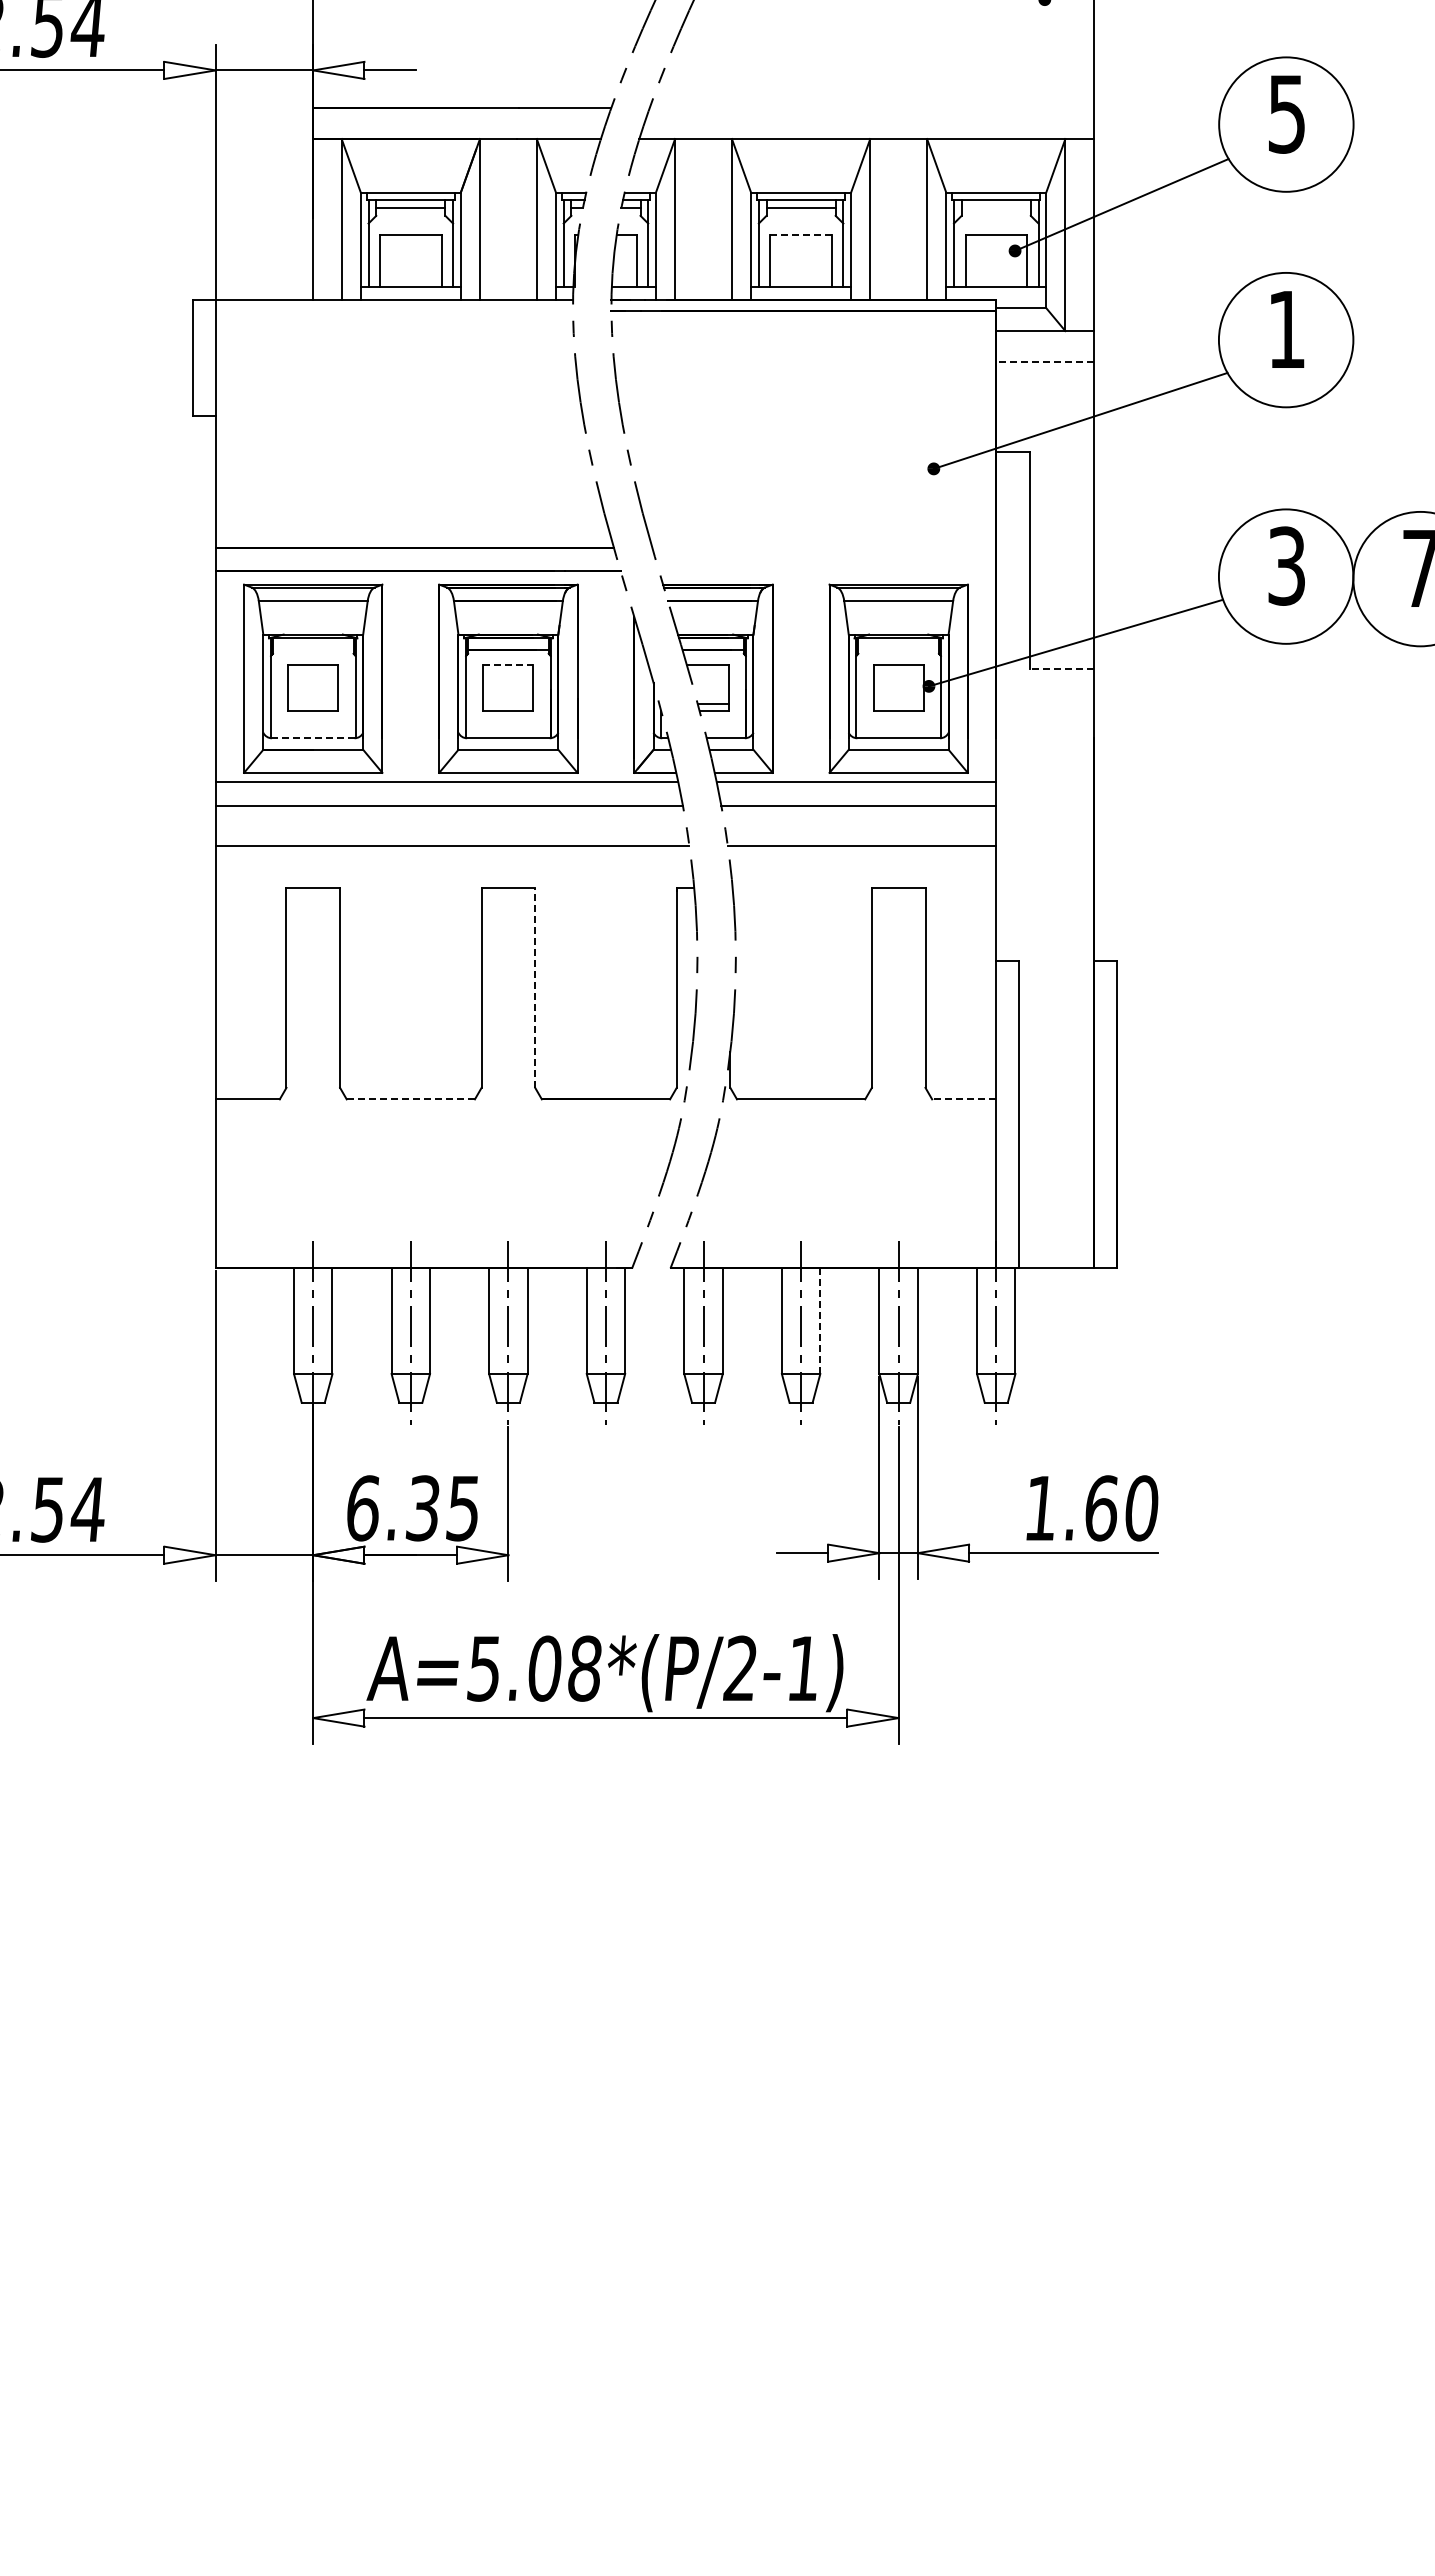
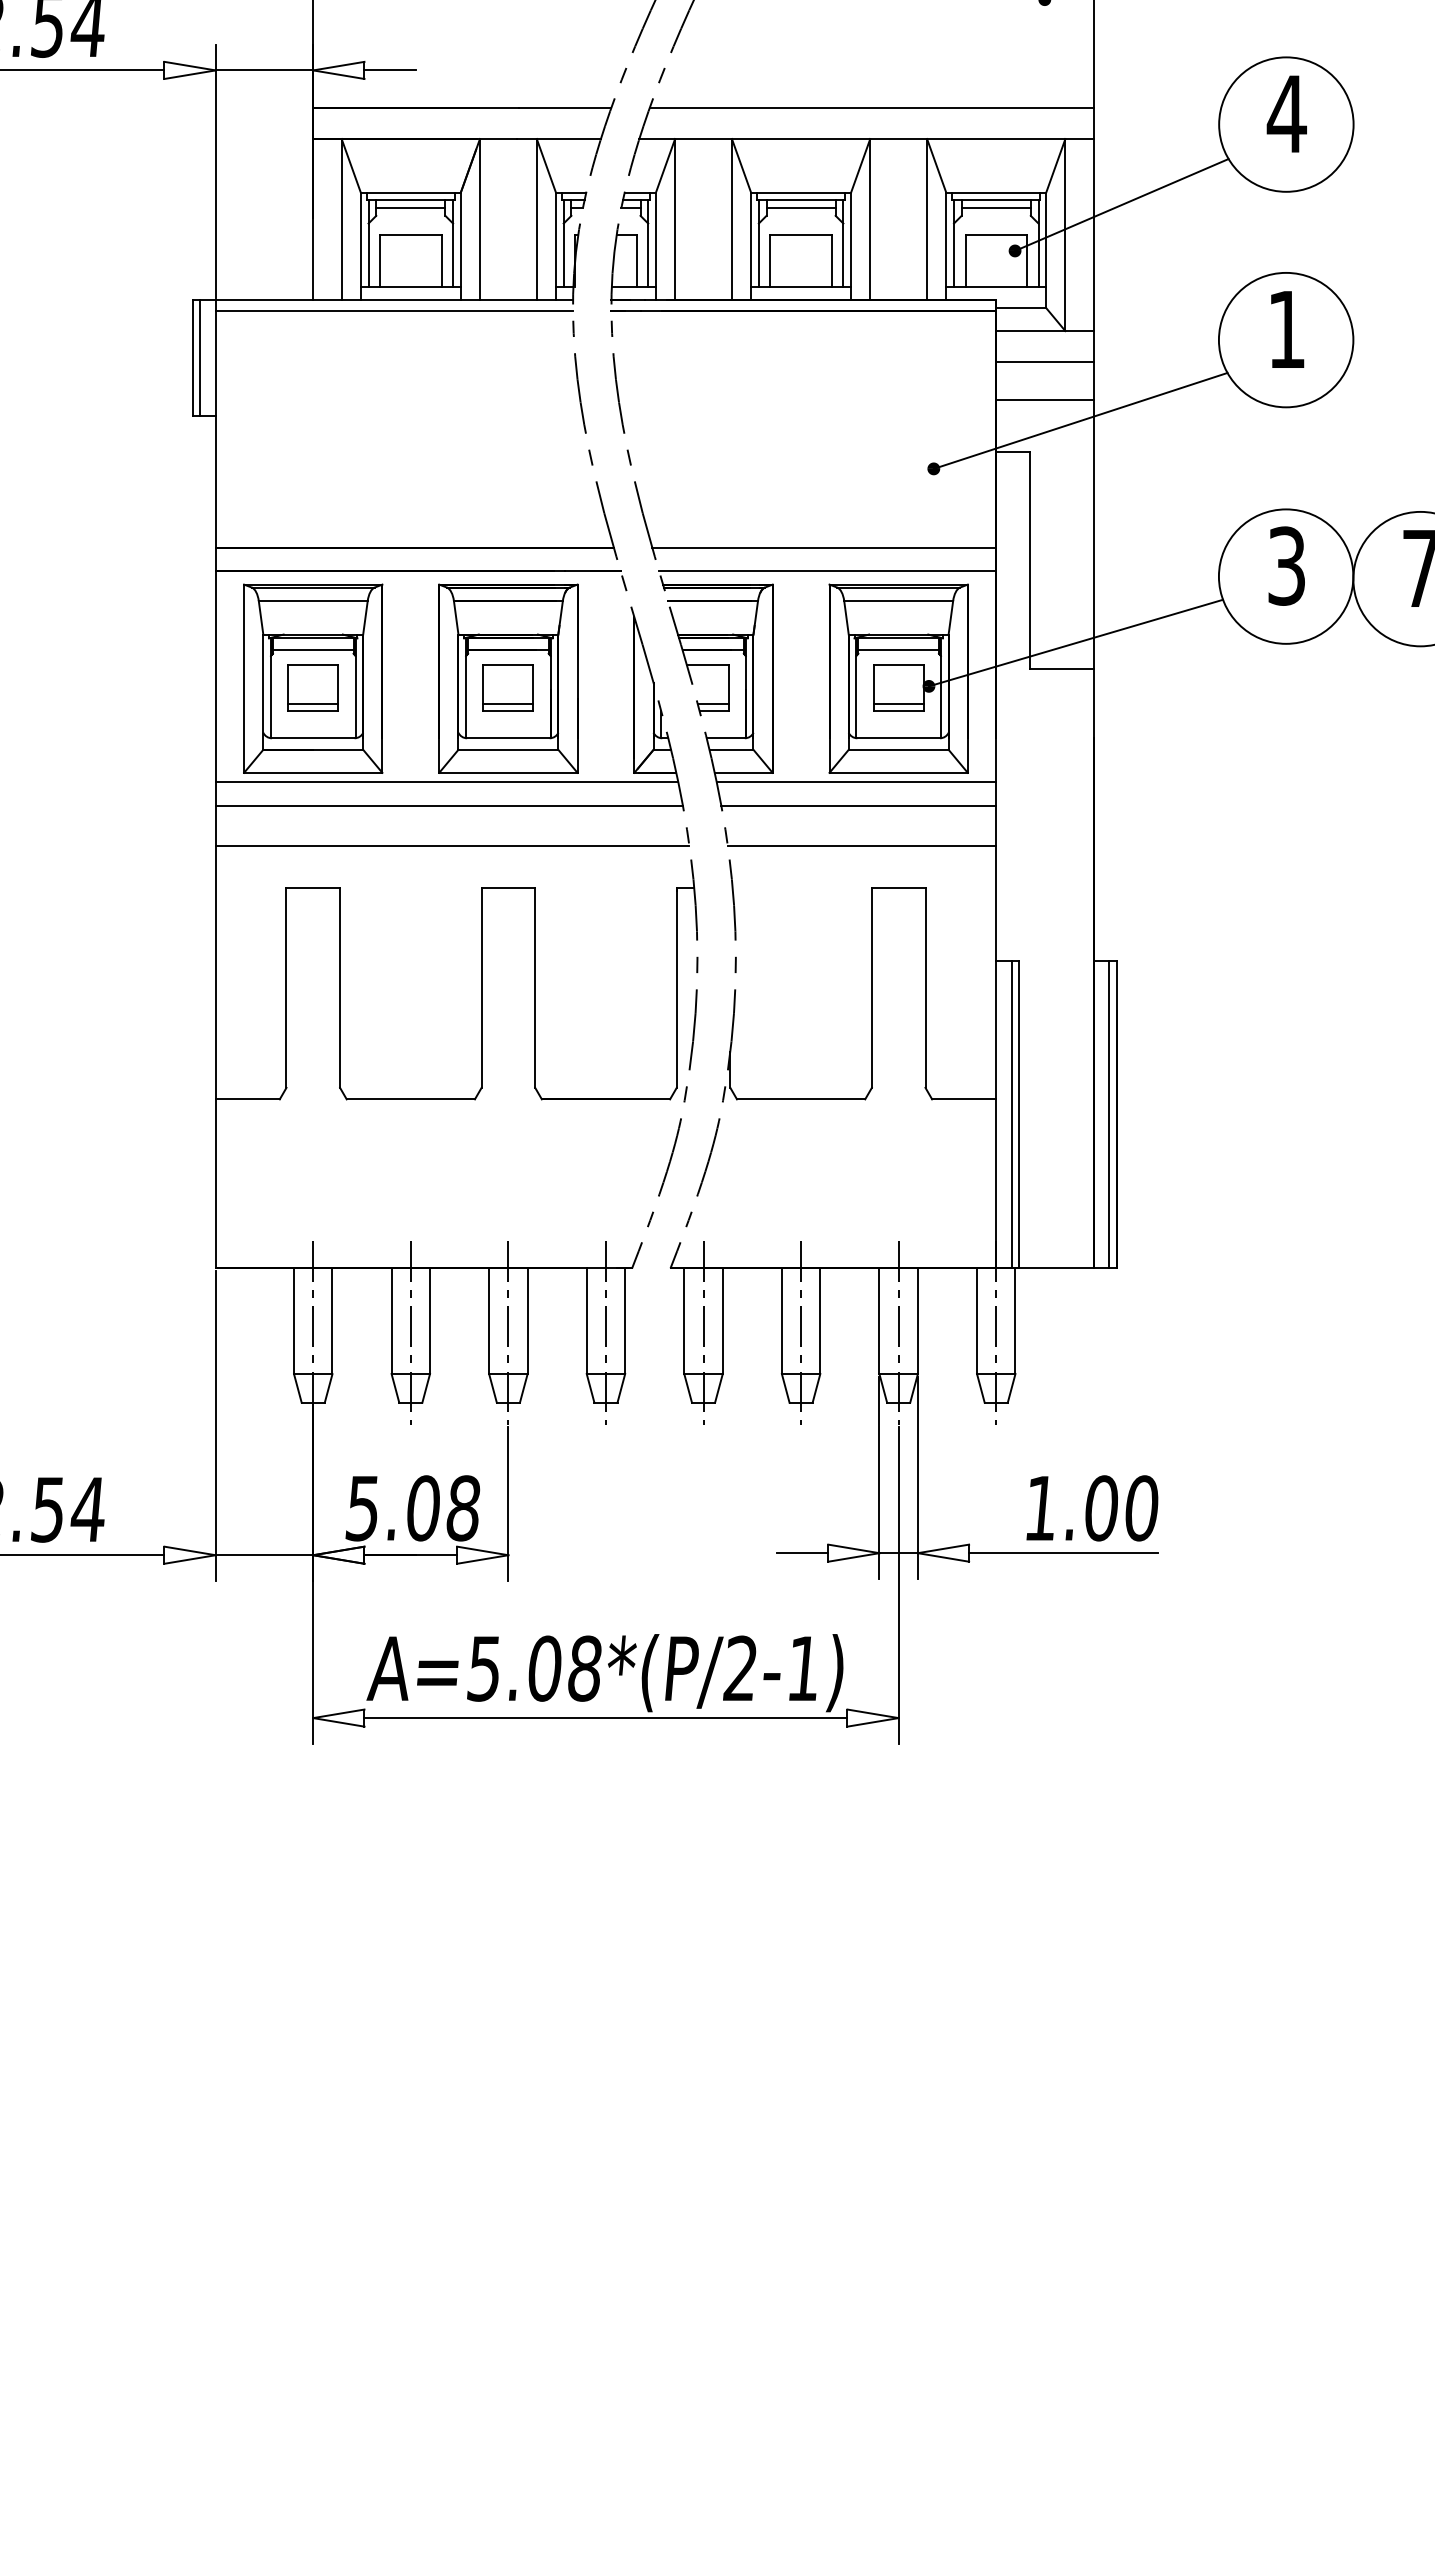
line at (871, 108): none -> present
text at (1286, 114): 5 -> 4
line at (995, 208): none -> present
line at (801, 235): dashed -> solid
line at (394, 311): none -> present
line at (200, 357): none -> present
line at (1045, 361): dashed -> solid
line at (1044, 400): none -> present
line at (824, 548): none -> present
line at (827, 571): none -> present
line at (312, 649): none -> present
line at (898, 649): none -> present
line at (508, 665): dashed -> solid
line at (1061, 669): dashed -> solid
line at (313, 703): none -> present
line at (508, 703): none -> present
line at (898, 703): none -> present
line at (312, 738): dashed -> solid
line at (535, 987): dashed -> solid
line at (410, 1099): dashed -> solid
line at (963, 1099): dashed -> solid
line at (1011, 1114): none -> present
line at (1109, 1114): none -> present
line at (820, 1321): dashed -> solid
text at (412, 1508): 6.35 -> 5.08
text at (1101, 1508): 1.60 -> 1.00
